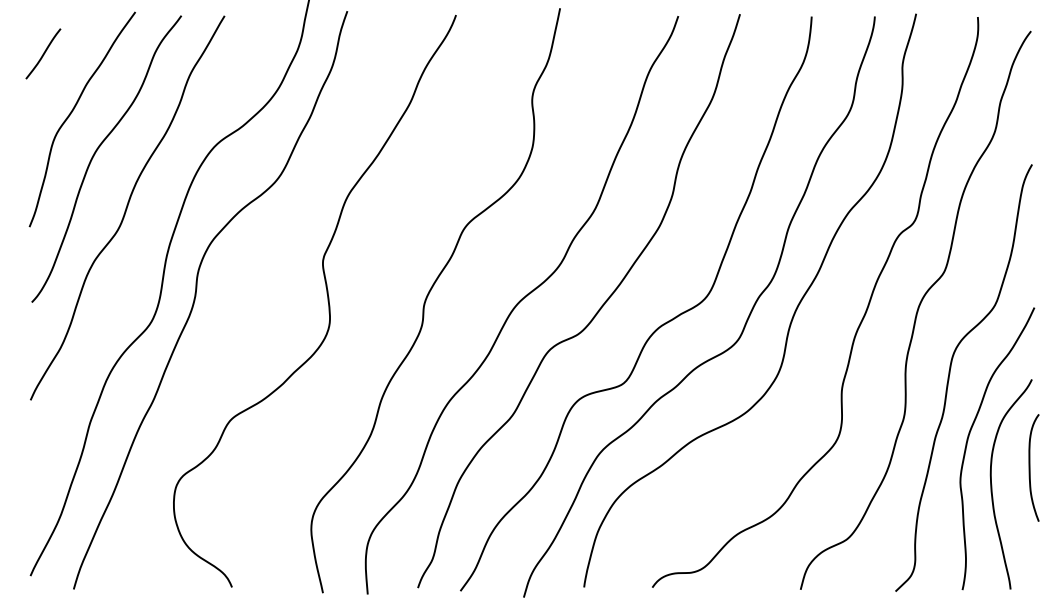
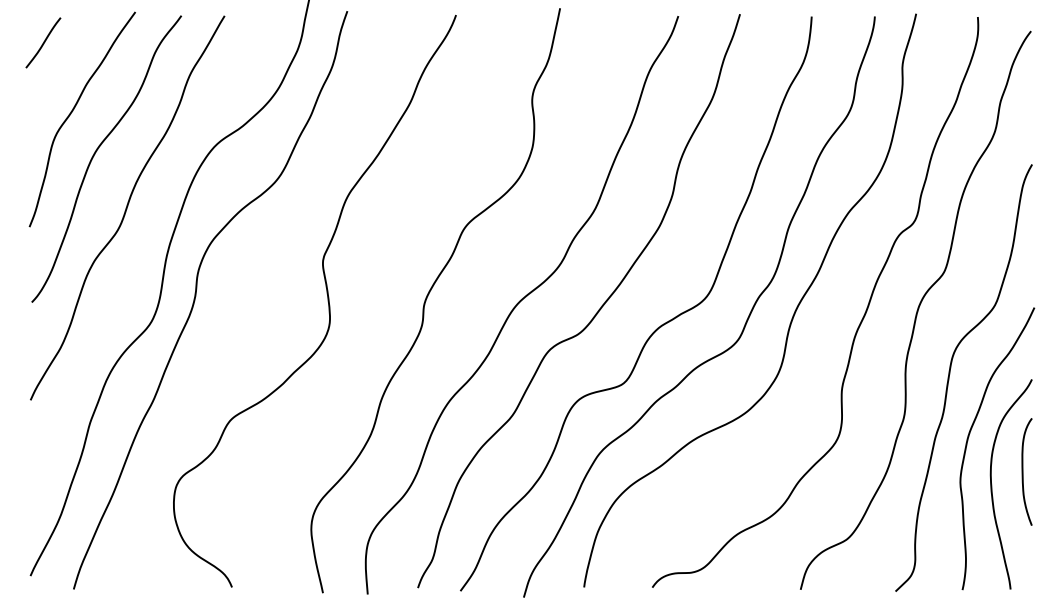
line at (43, 53) position: (43, 53) -> (43, 42)
curve at (1030, 467) position: (1030, 467) -> (1023, 471)
